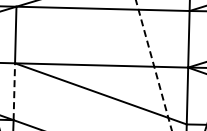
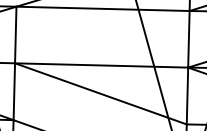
line at (153, 65): dashed -> solid
line at (14, 91): dashed -> solid
